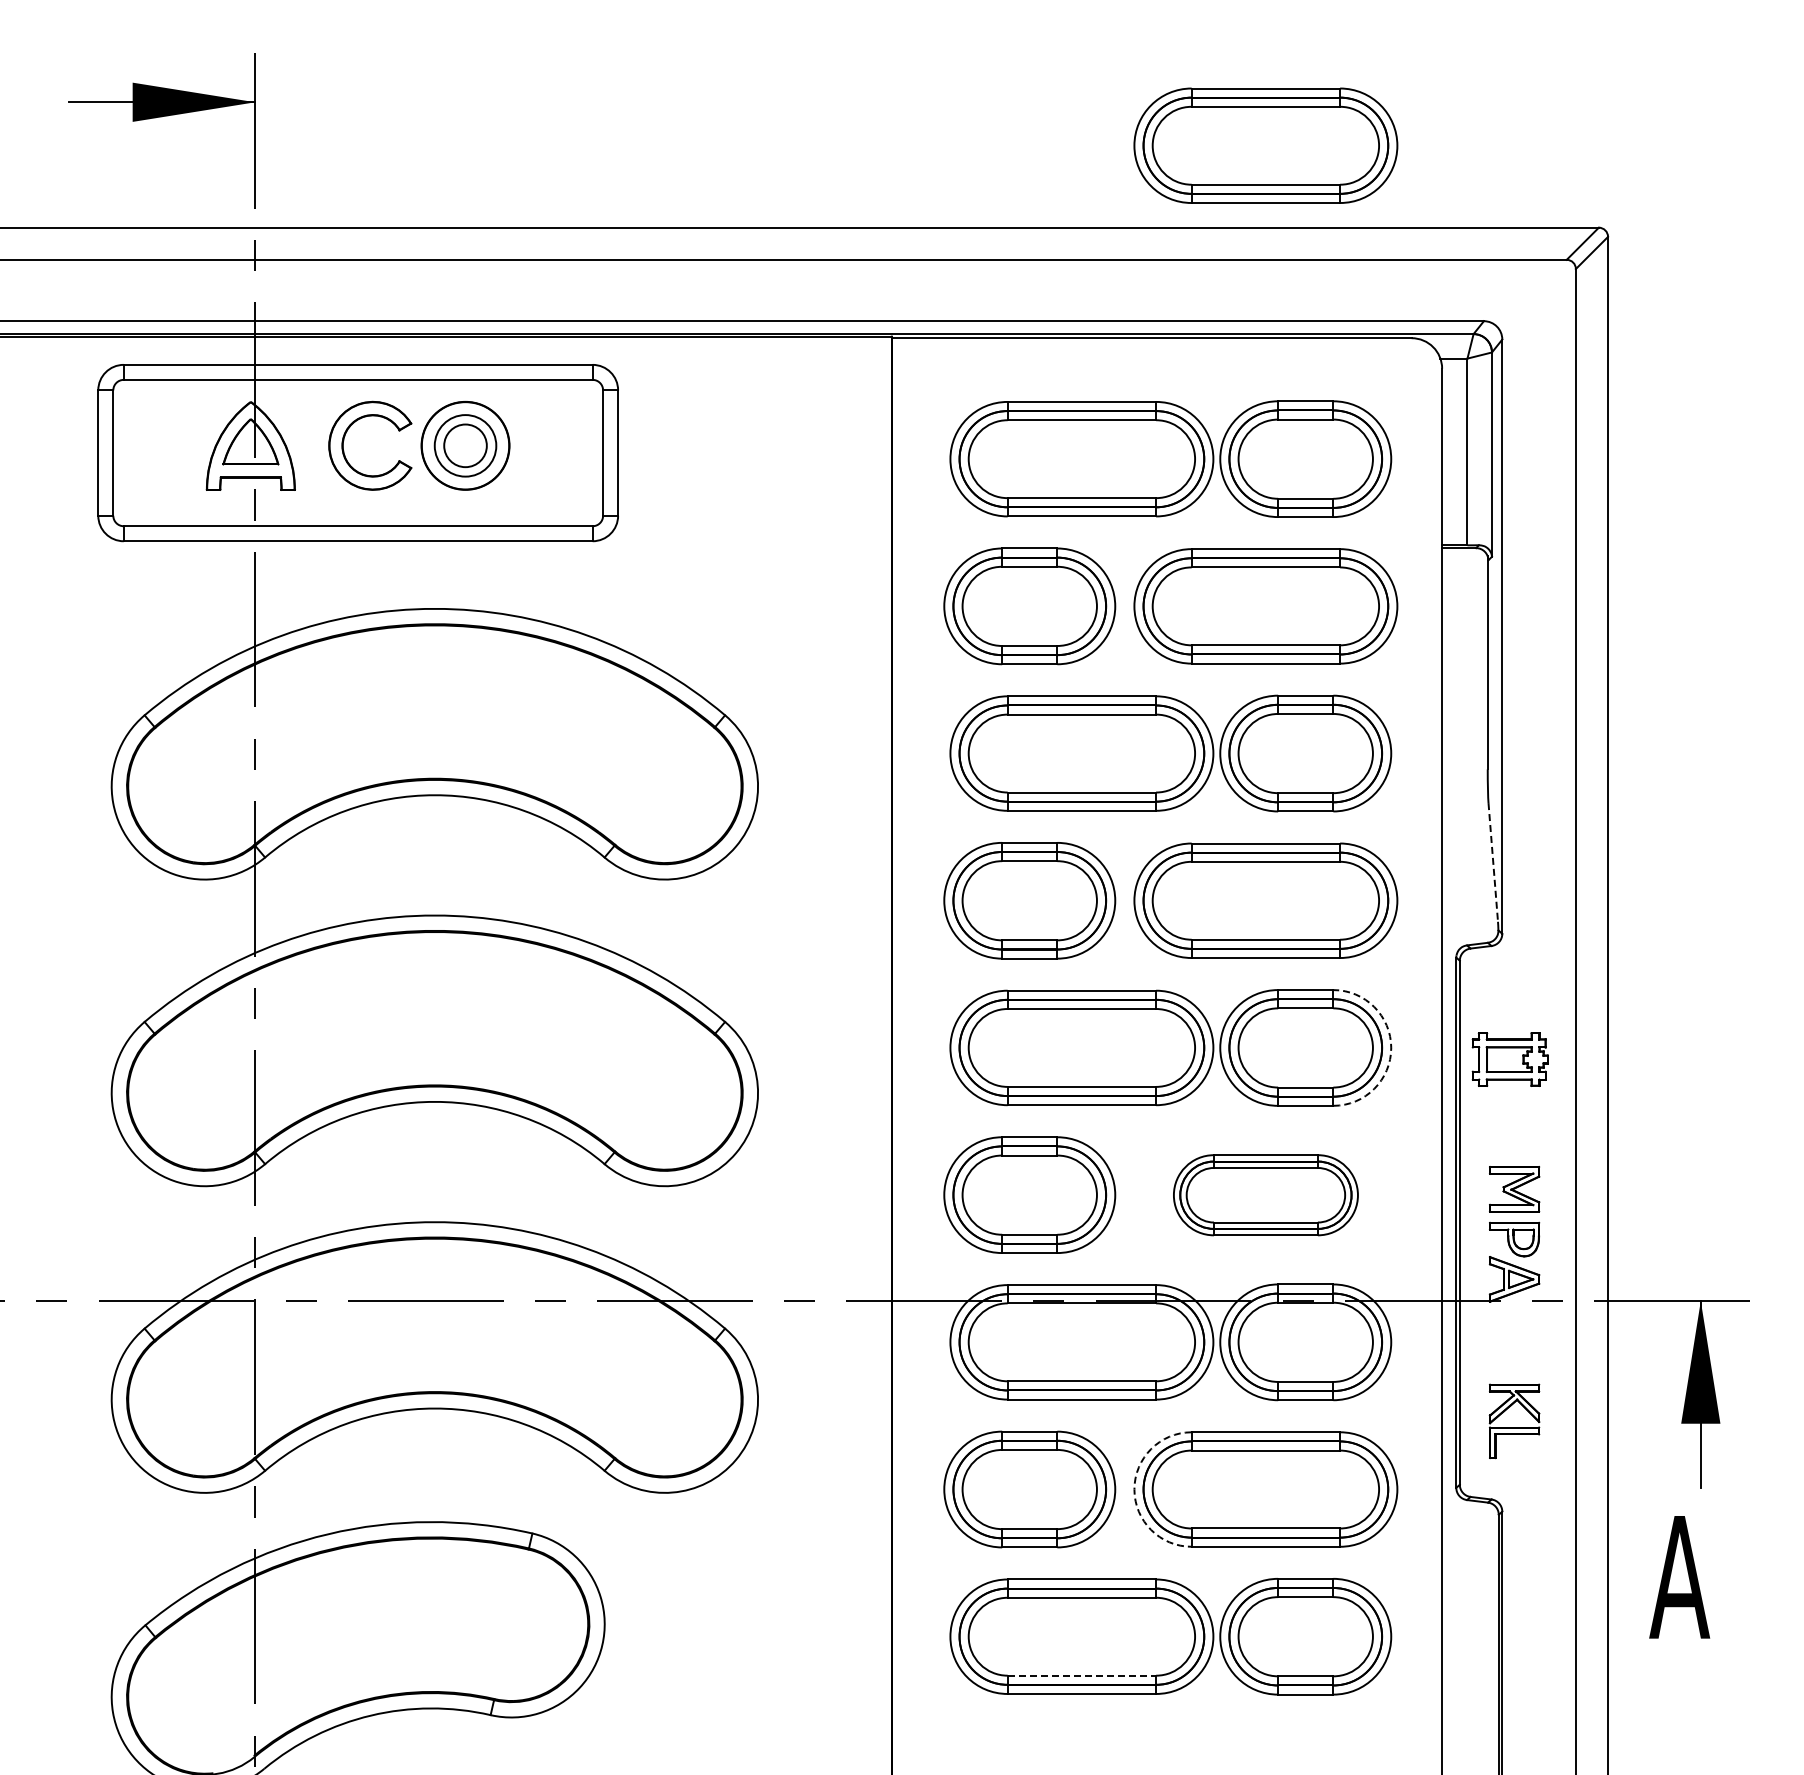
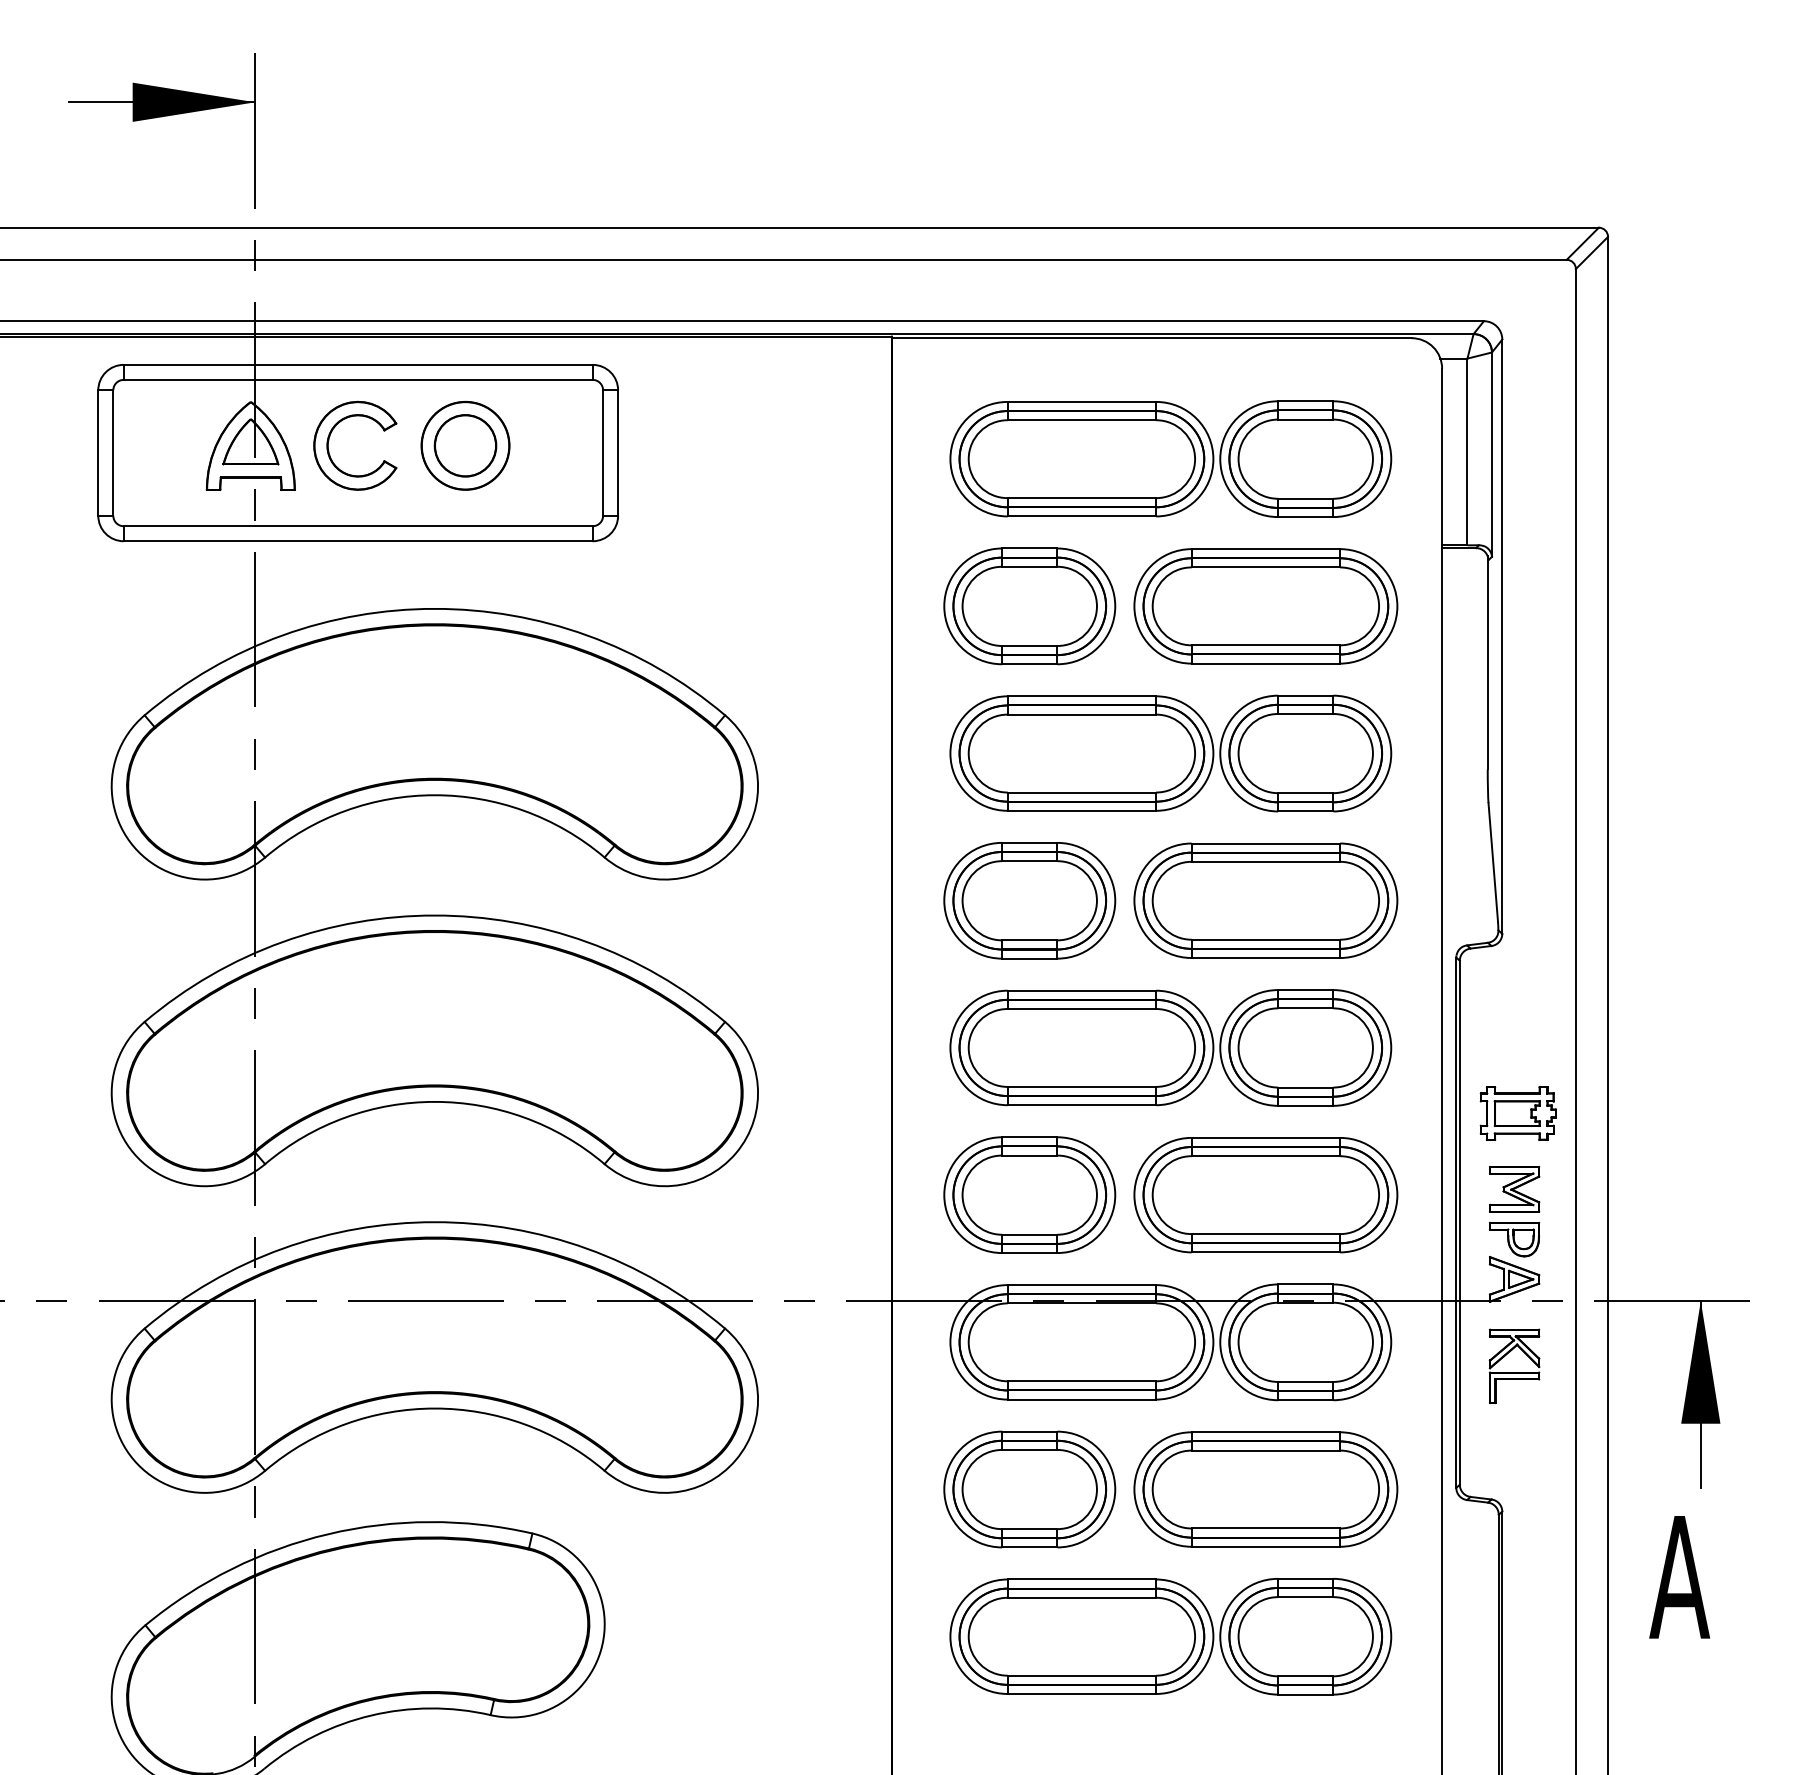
part at (1265, 145): present -> none
part at (344, 440) position: (344, 440) -> (329, 440)
circle at (465, 445) diameter: 43 px -> 61 px
line at (1493, 862): dashed -> solid
arc at (1391, 1047): dashed -> solid
part at (1509, 1059) position: (1509, 1059) -> (1517, 1113)
part at (1265, 1195) size: 186x83 px -> 266x117 px
part at (1514, 1421) position: (1514, 1421) -> (1514, 1366)
arc at (1134, 1489): dashed -> solid
line at (1082, 1675): dashed -> solid
